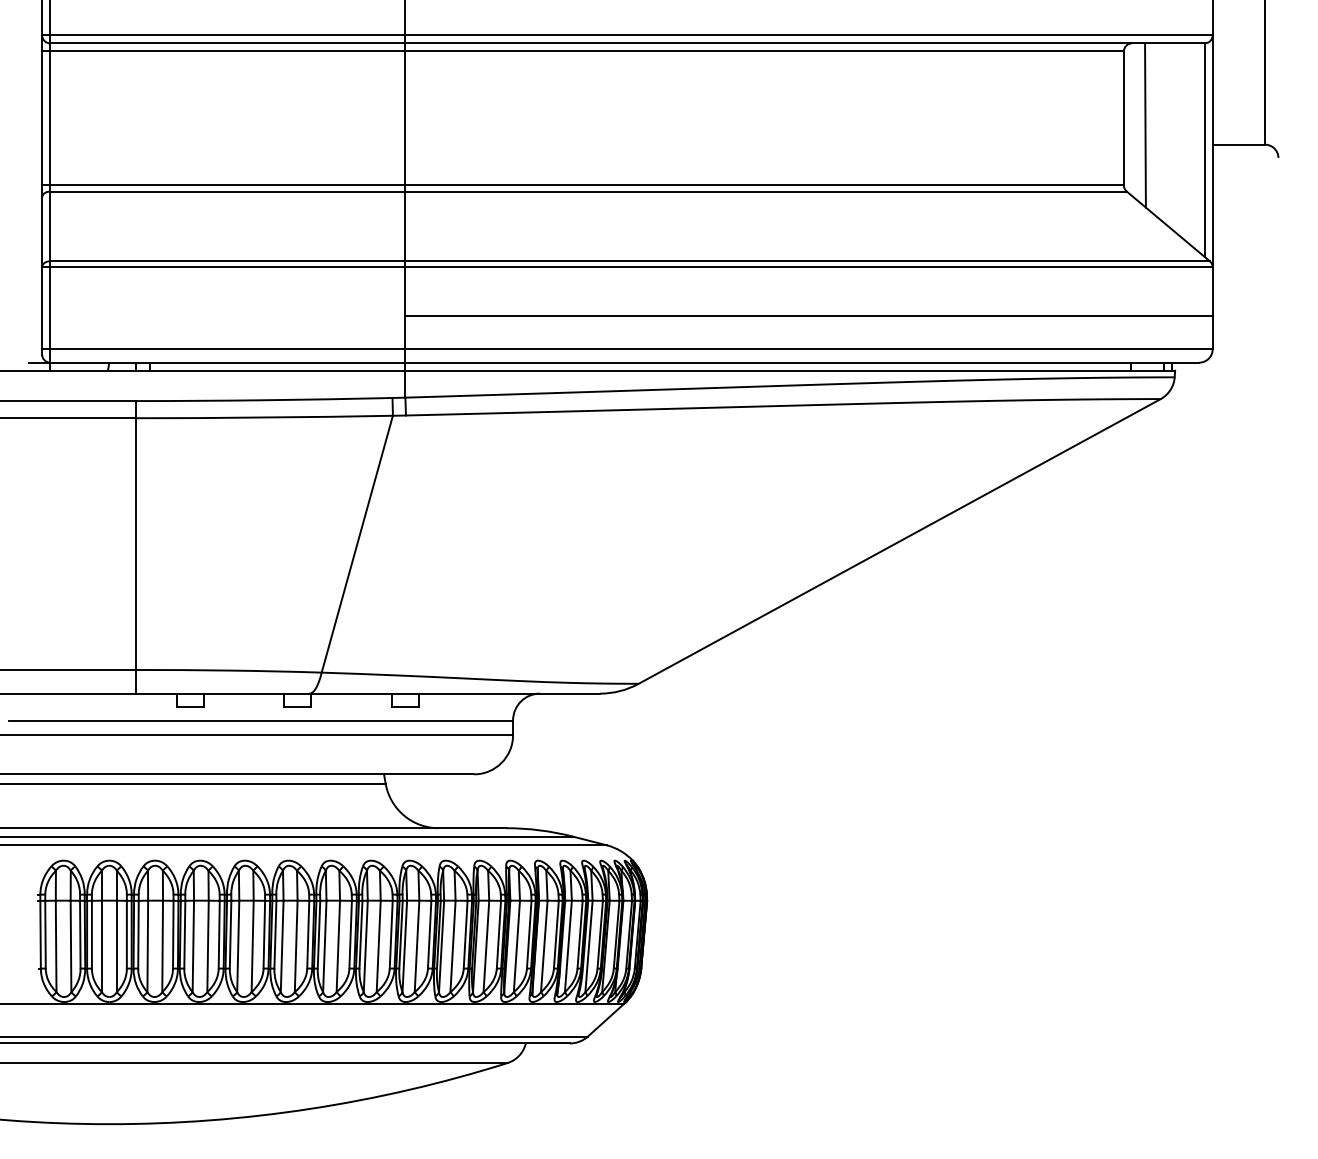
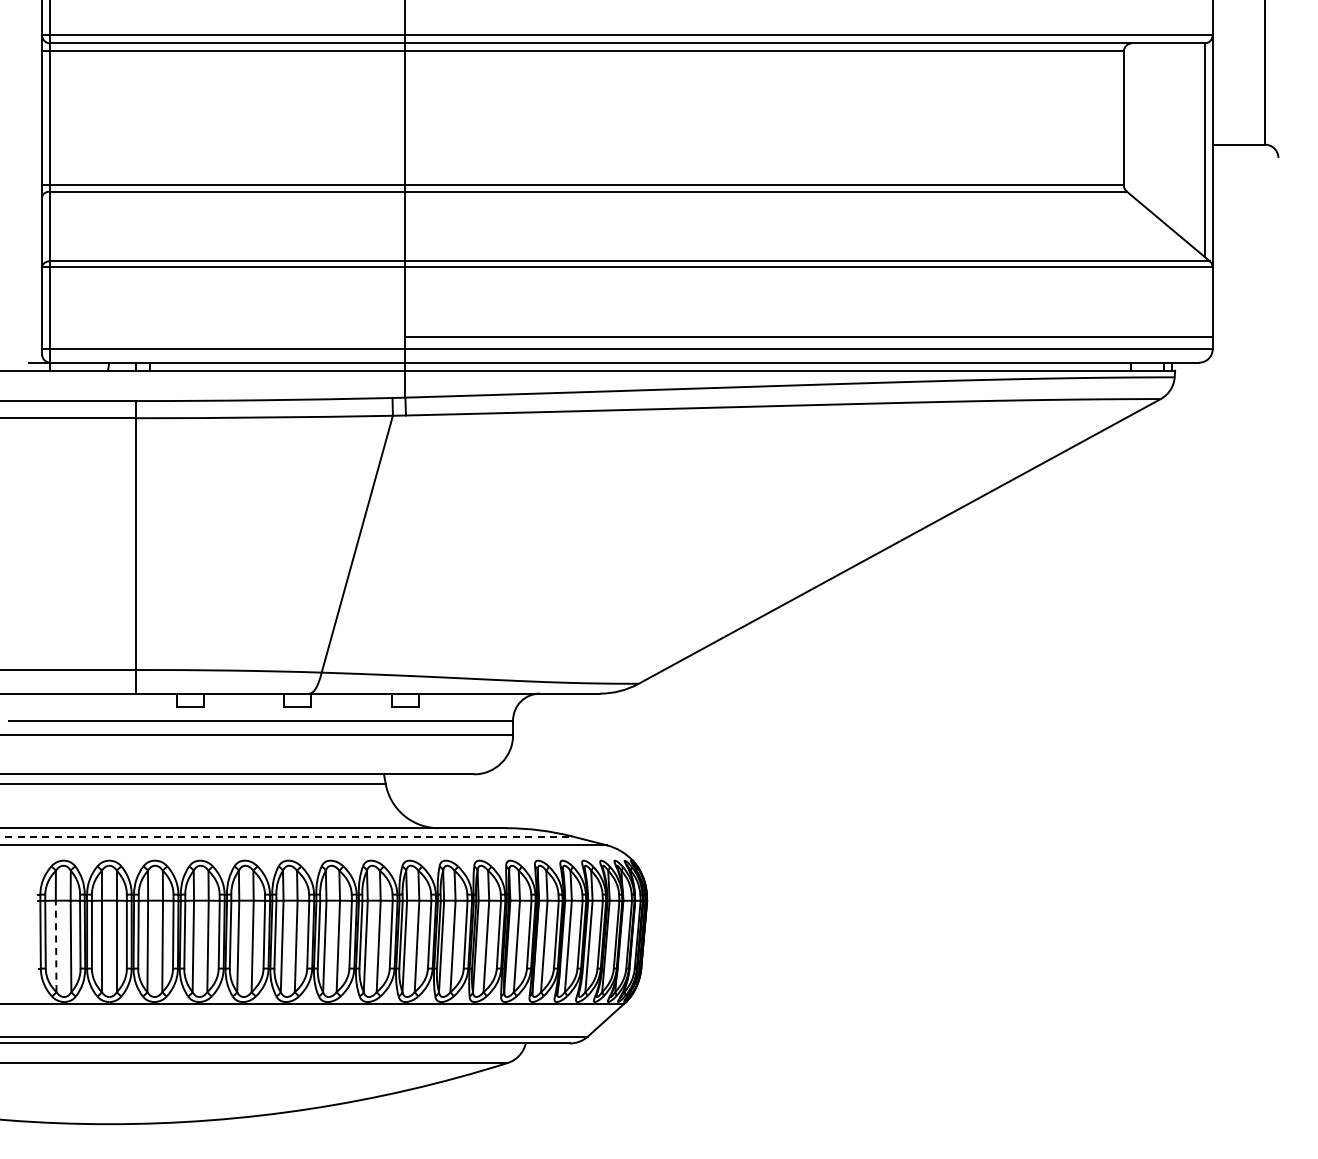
line at (1145, 125): present -> none
line at (808, 316) position: (808, 316) -> (808, 337)
line at (286, 836): solid -> dashed
line at (56, 946): solid -> dashed
